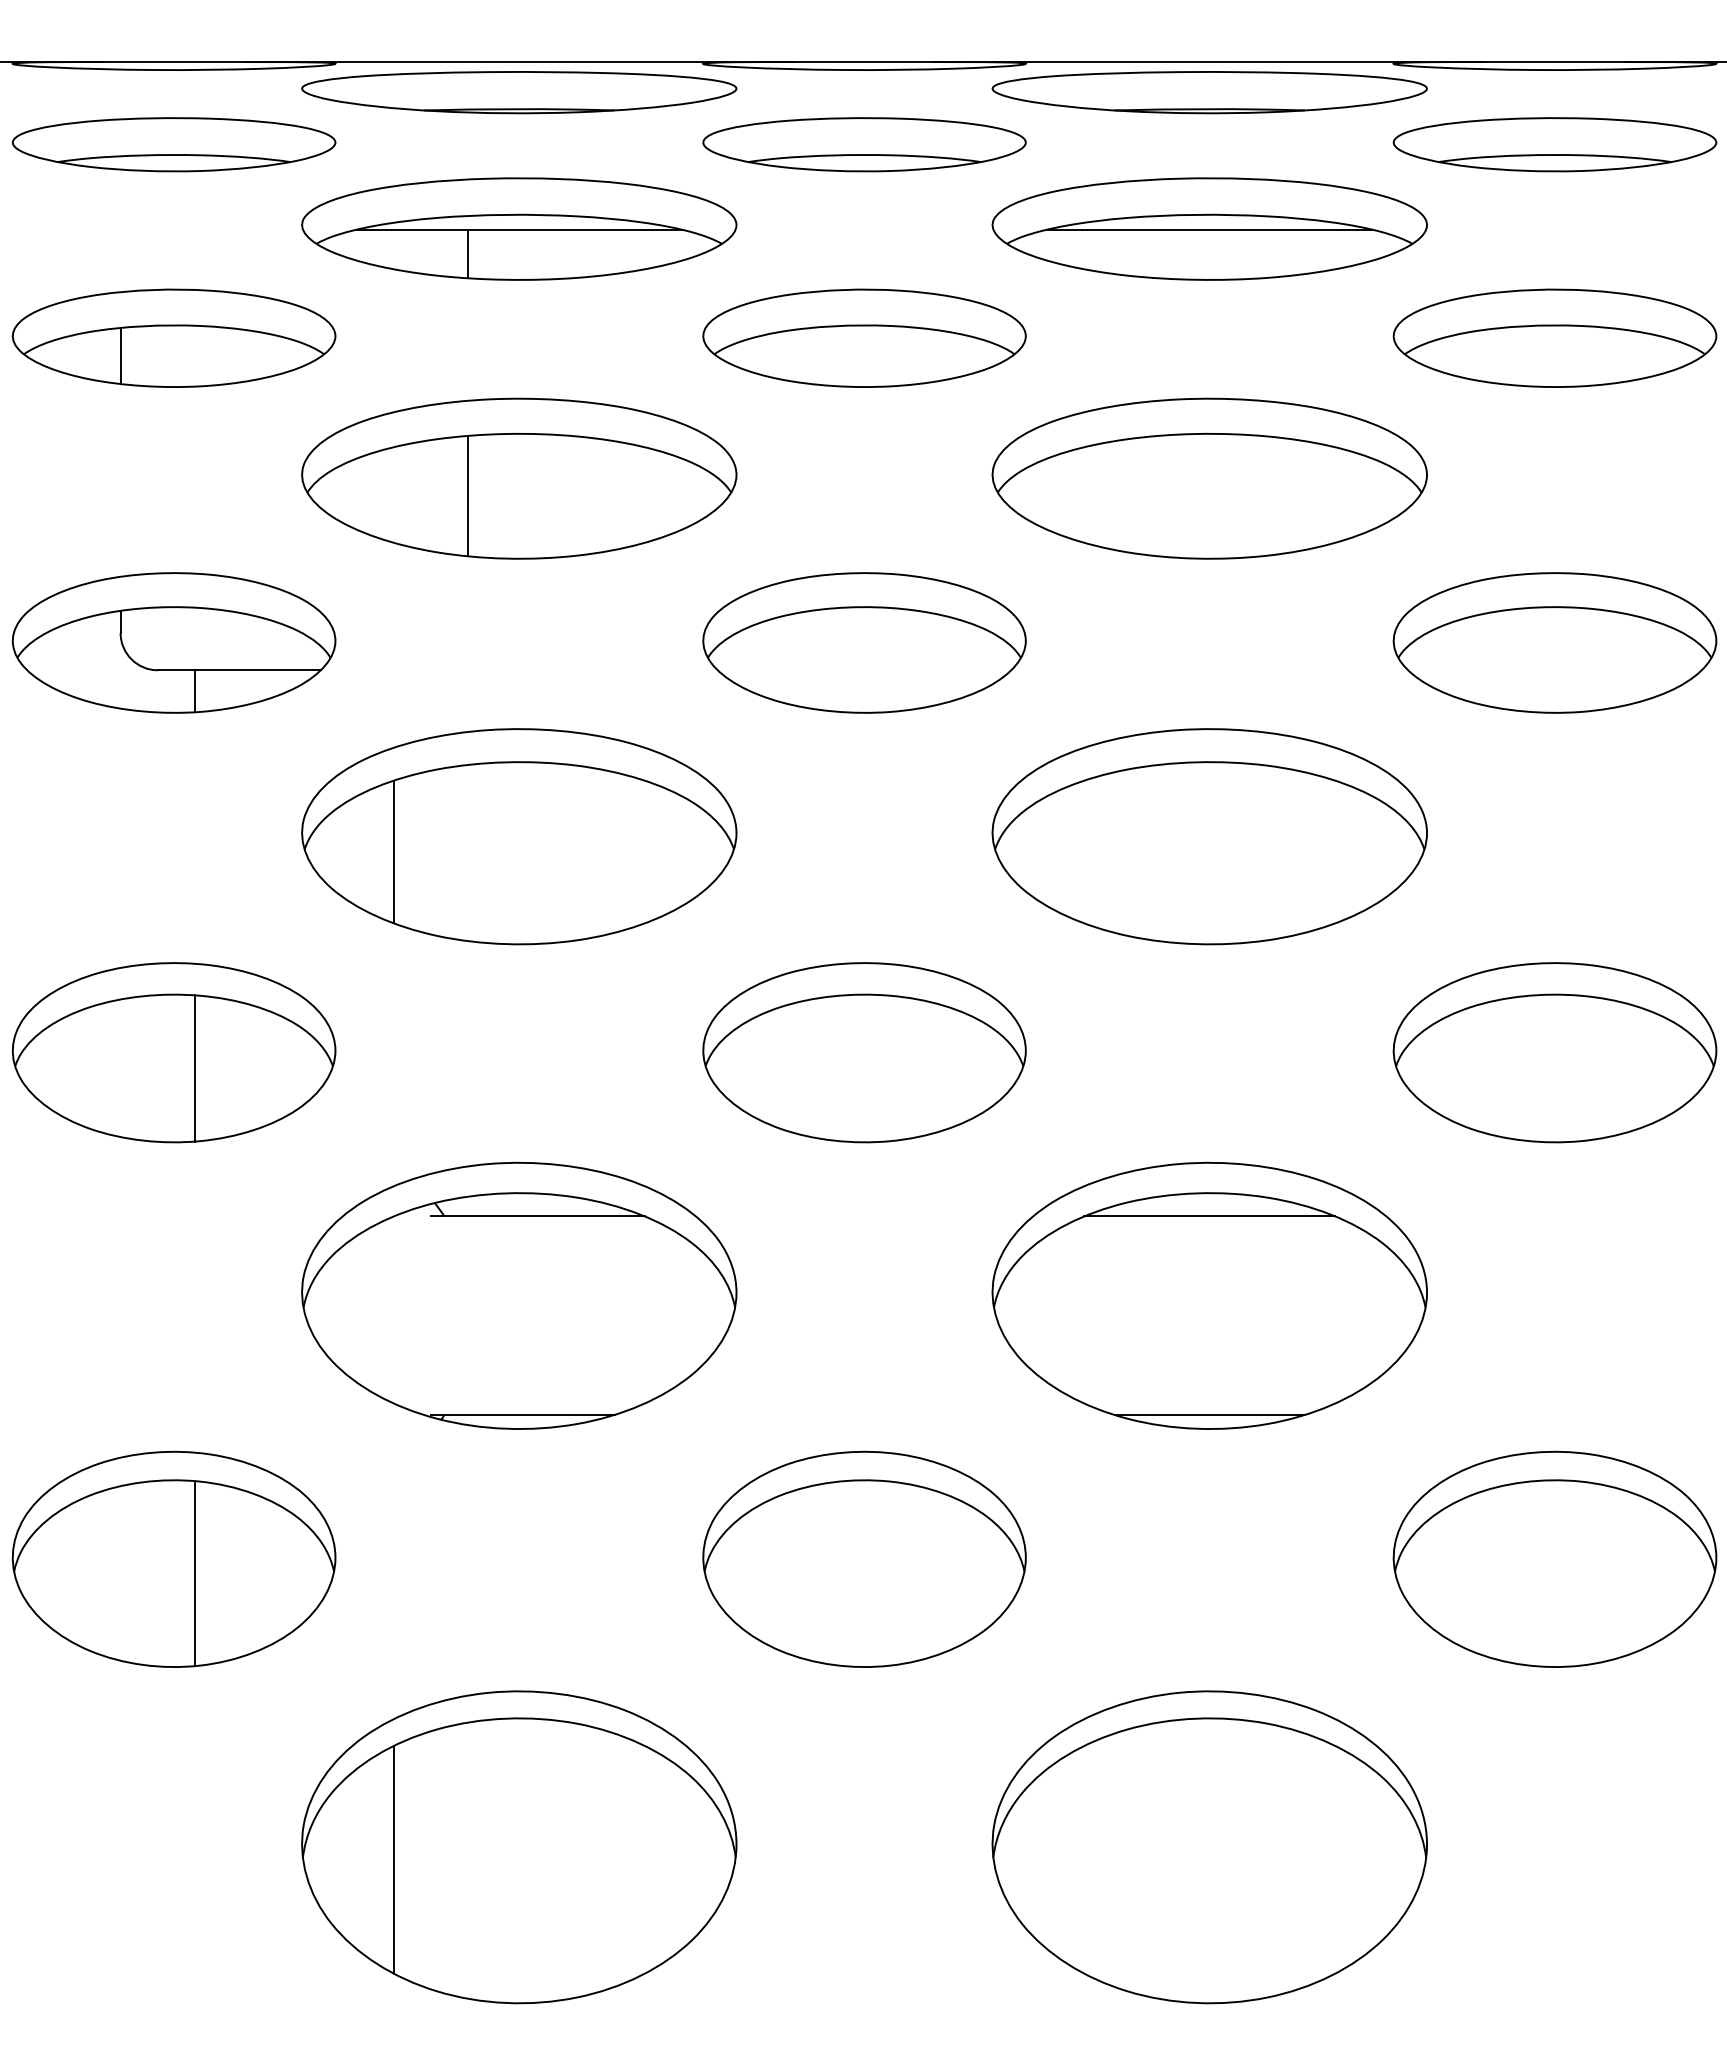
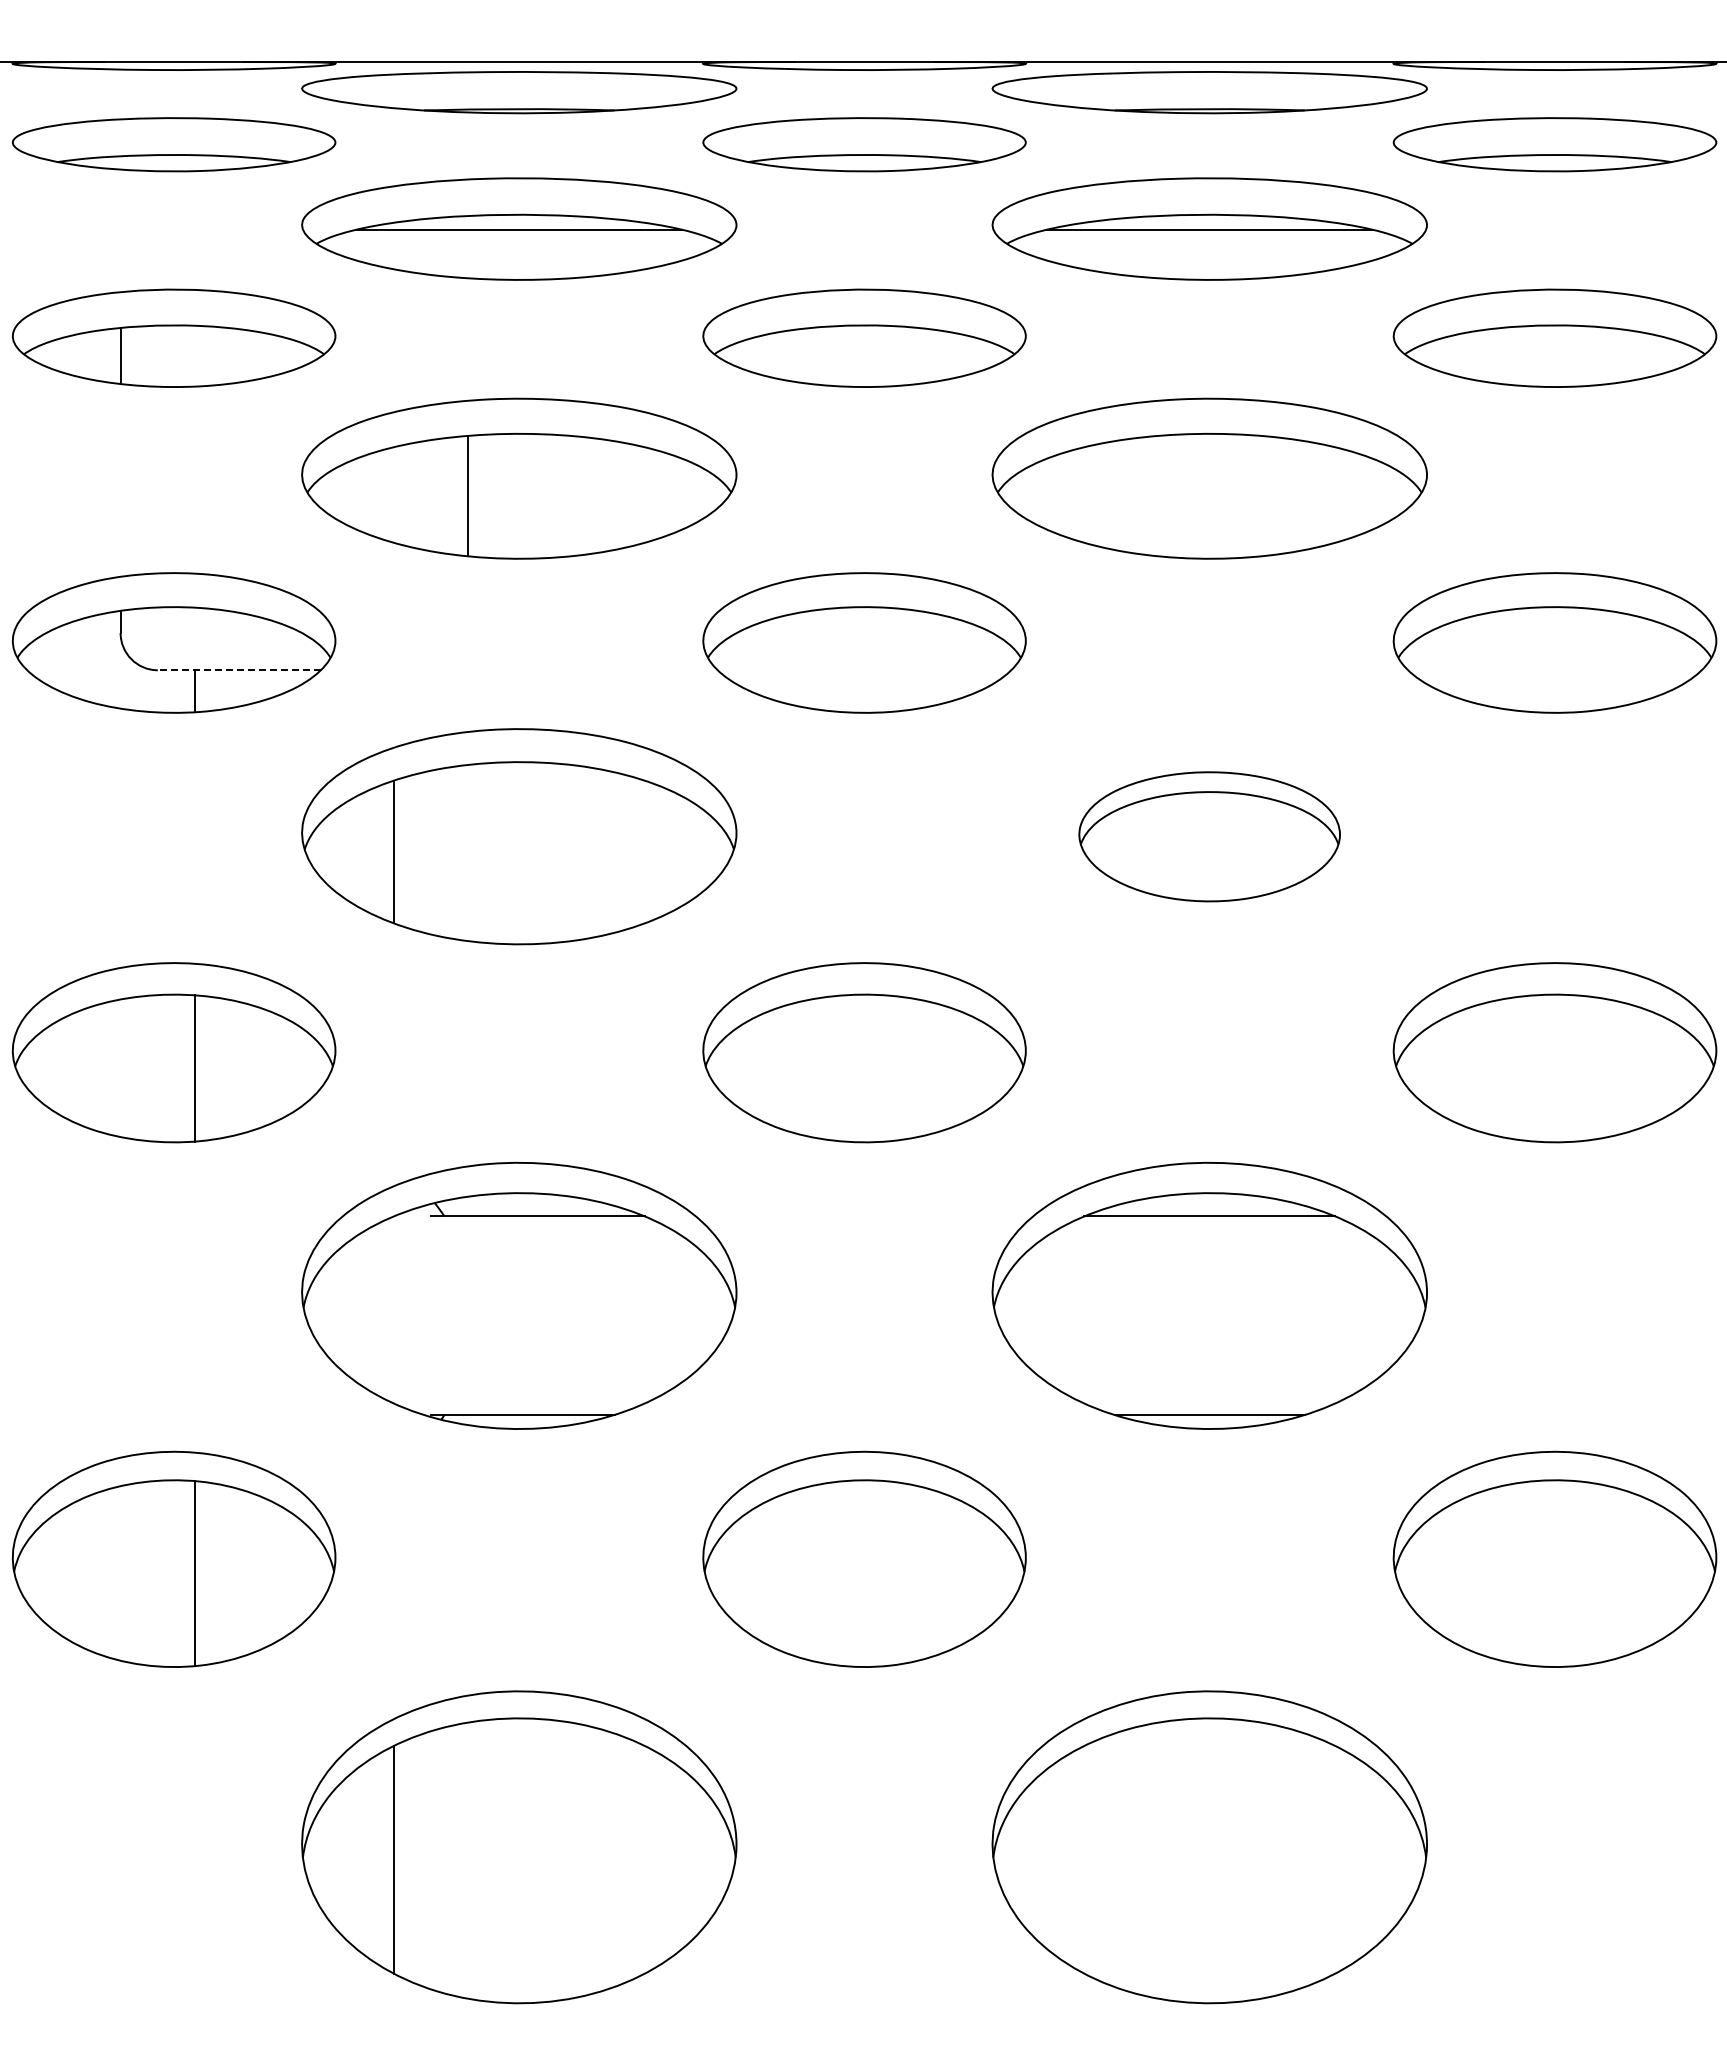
line at (468, 253): present -> none
line at (239, 670): solid -> dashed
part at (1209, 836) size: 437x218 px -> 263x132 px
